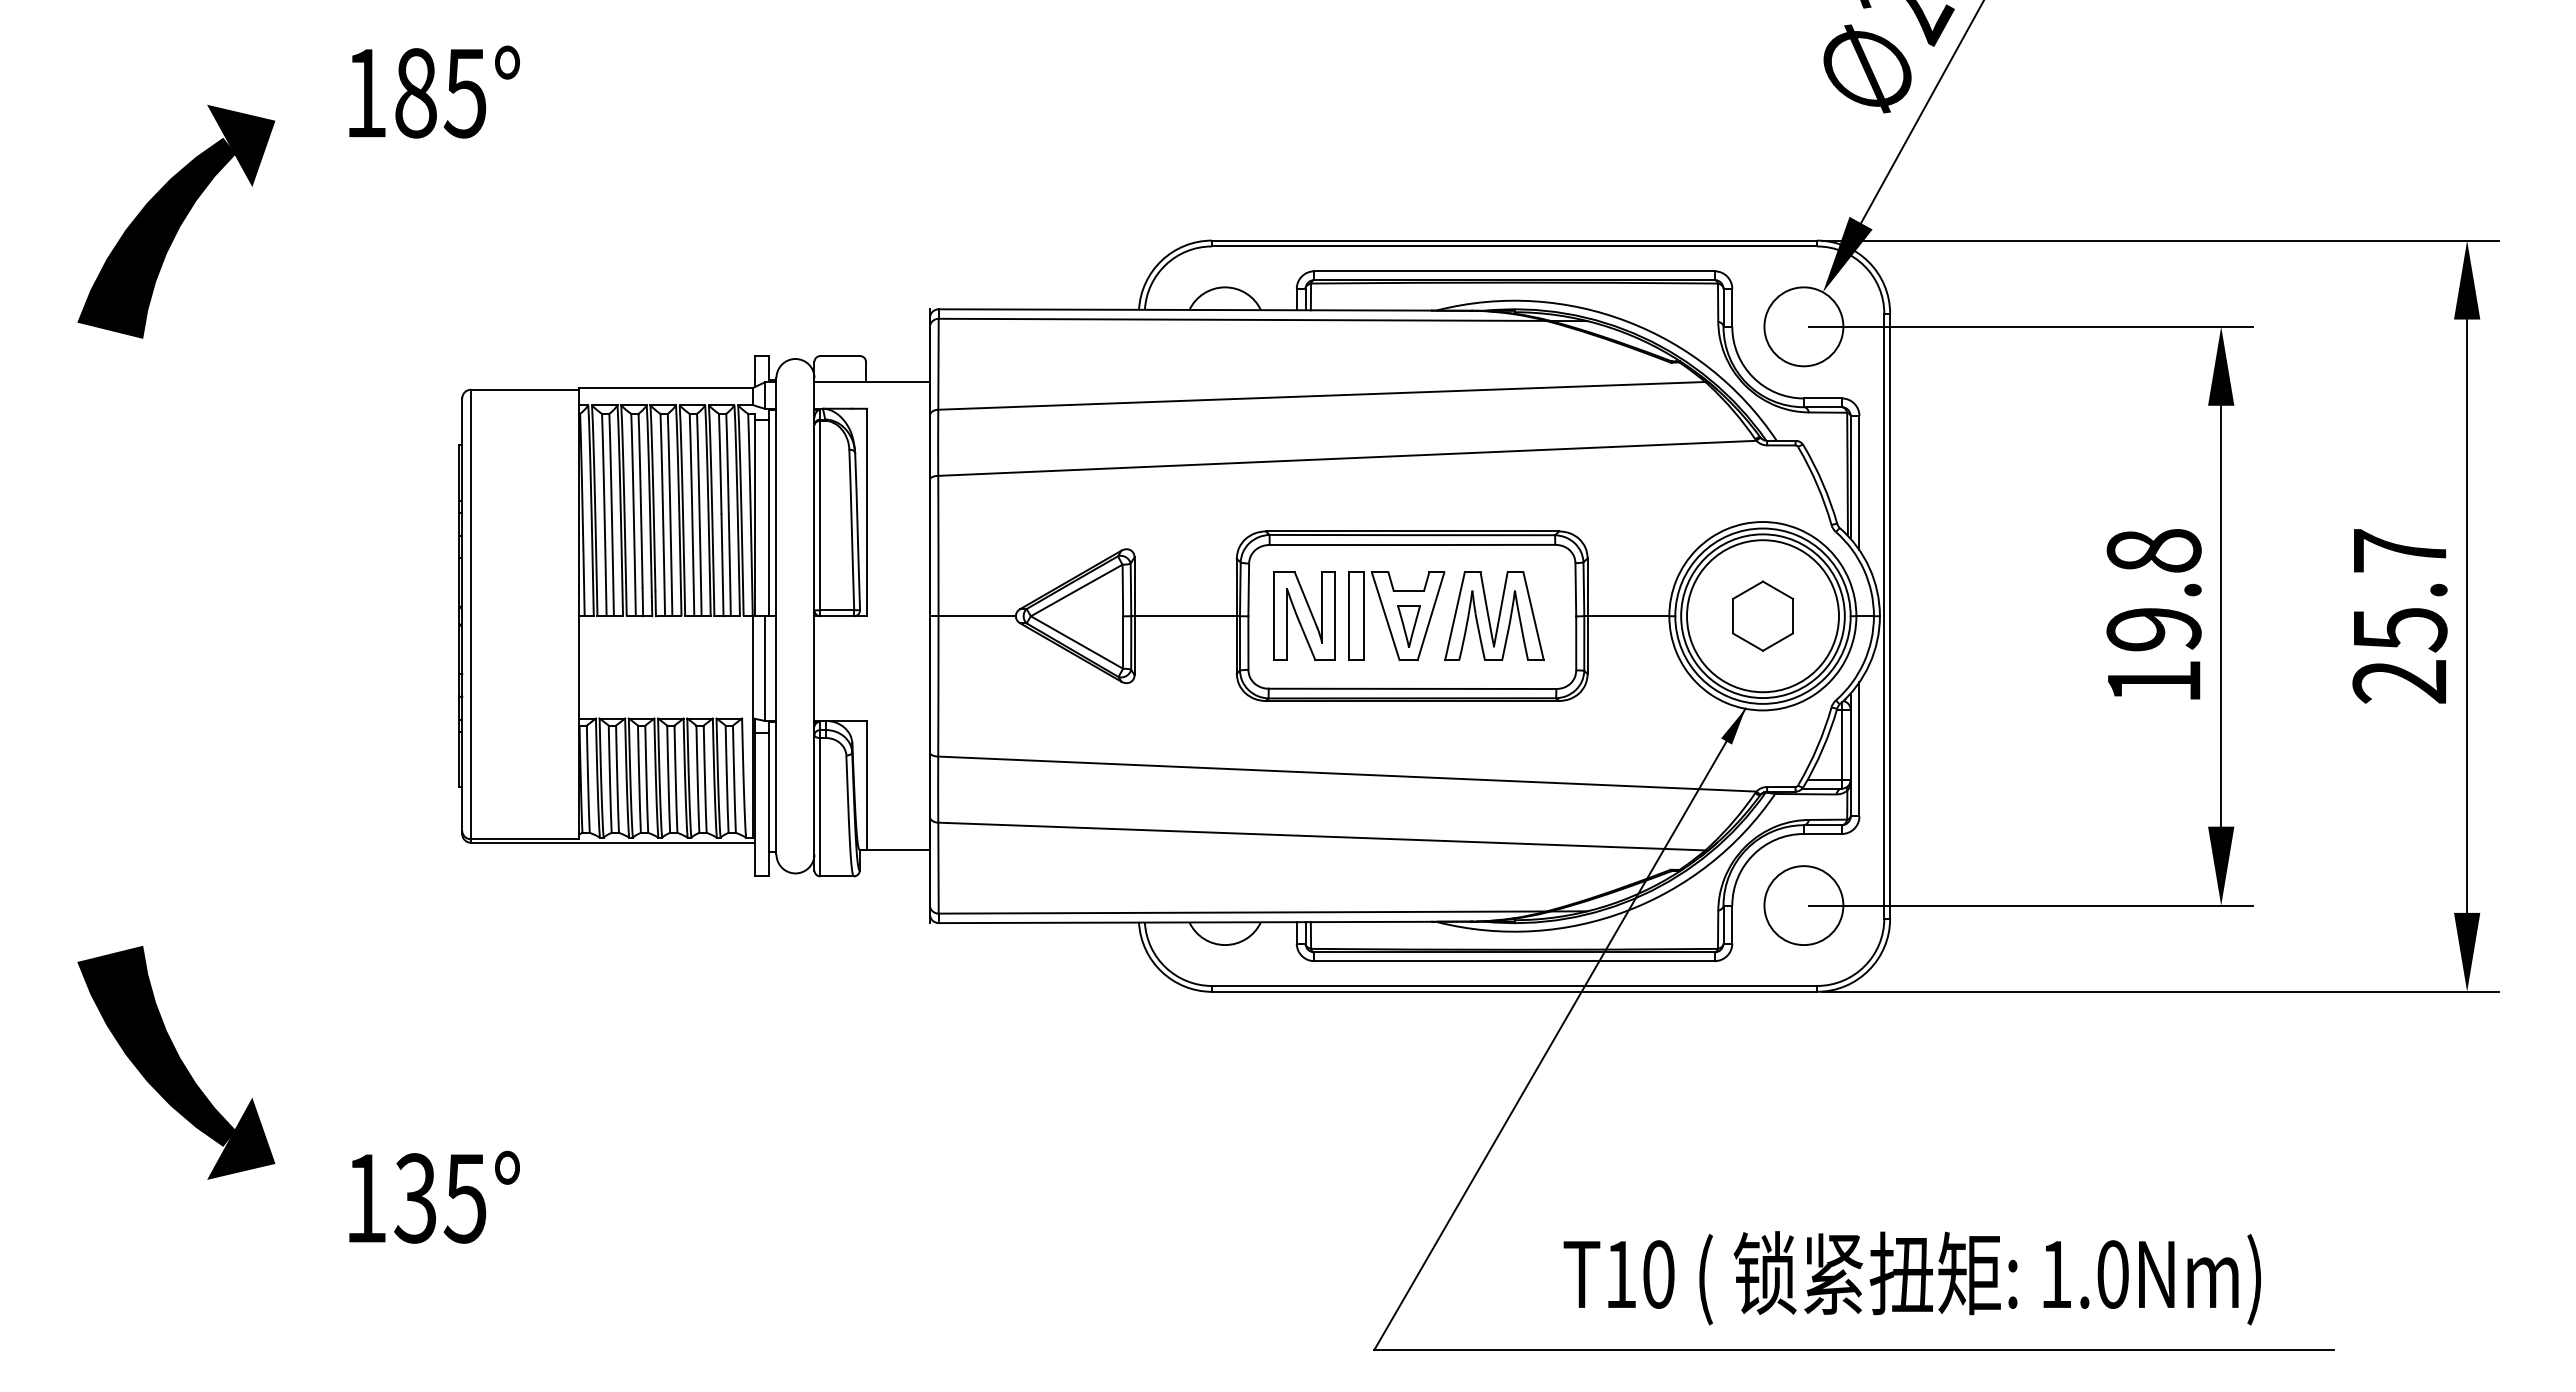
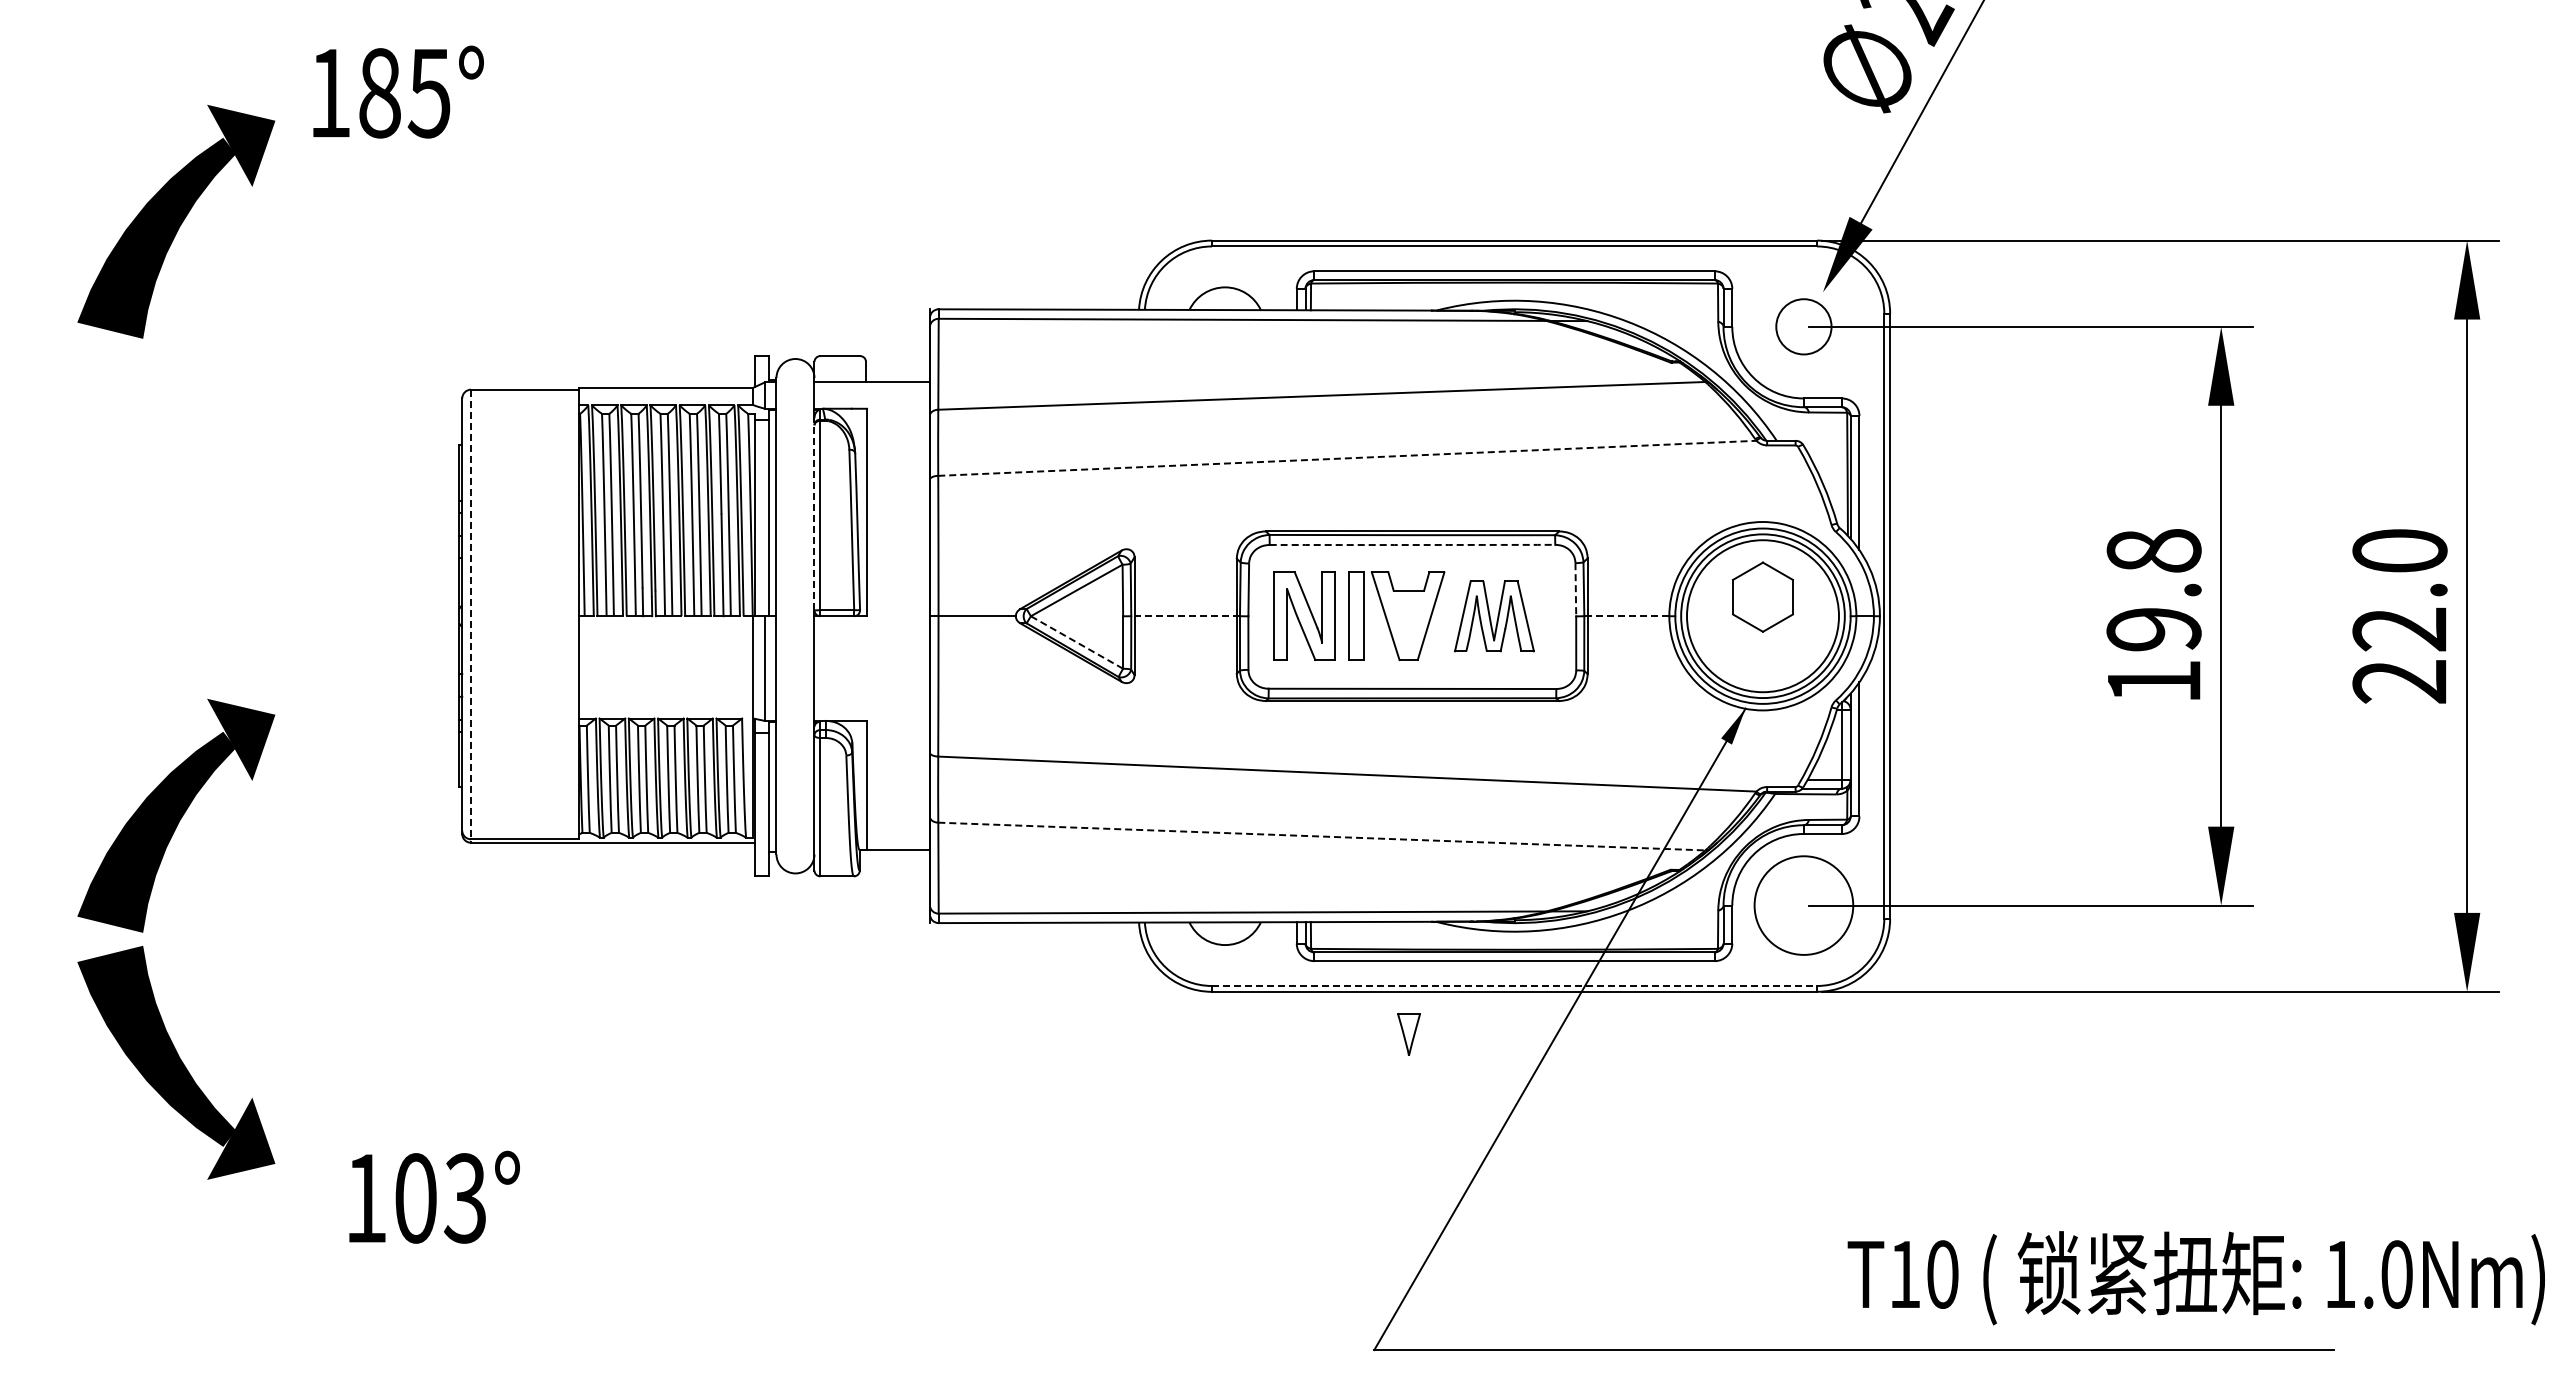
text at (434, 91) position: (434, 91) -> (398, 91)
circle at (1803, 326) diameter: 79 px -> 55 px
line at (1347, 458): solid -> dashed
line at (814, 514): solid -> dashed
arc at (1412, 545): solid -> dashed
line at (1575, 589): solid -> dashed
text at (2399, 590): 25.7 -> 22.0
part at (1494, 615) size: 101x90 px -> 81x73 px
part at (1762, 615) position: (1762, 615) -> (1762, 596)
line at (471, 616): solid -> dashed
line at (1185, 616): solid -> dashed
line at (1626, 616): solid -> dashed
part at (1408, 626) position: (1408, 626) -> (1408, 1034)
line at (1076, 642): solid -> dashed
curve at (176, 815): none -> present
line at (1321, 836): solid -> dashed
circle at (1803, 905) diameter: 79 px -> 99 px
line at (1514, 985): solid -> dashed
text at (440, 1198): 135° -> 103°
text at (1911, 1278) position: (1911, 1278) -> (2195, 1278)
